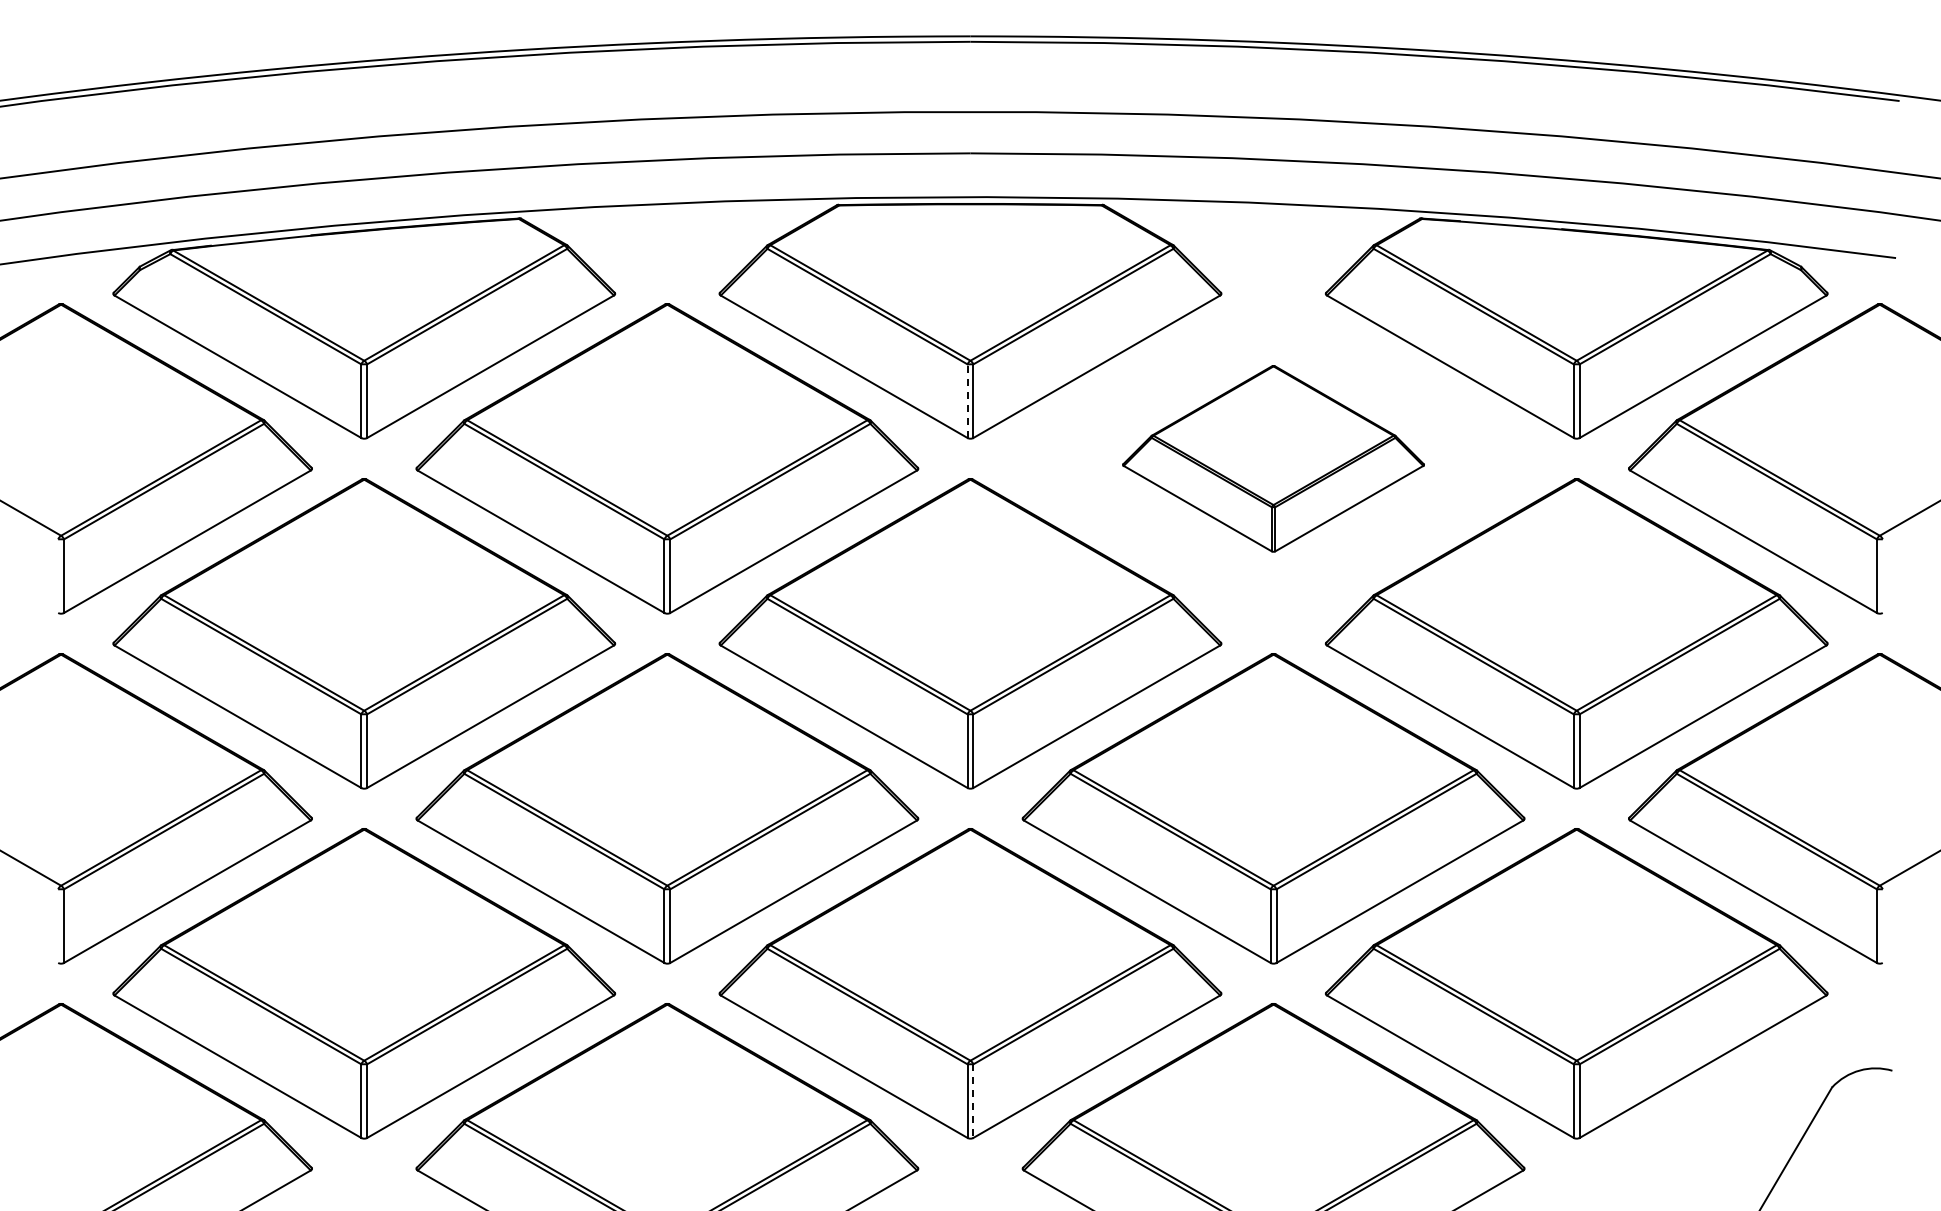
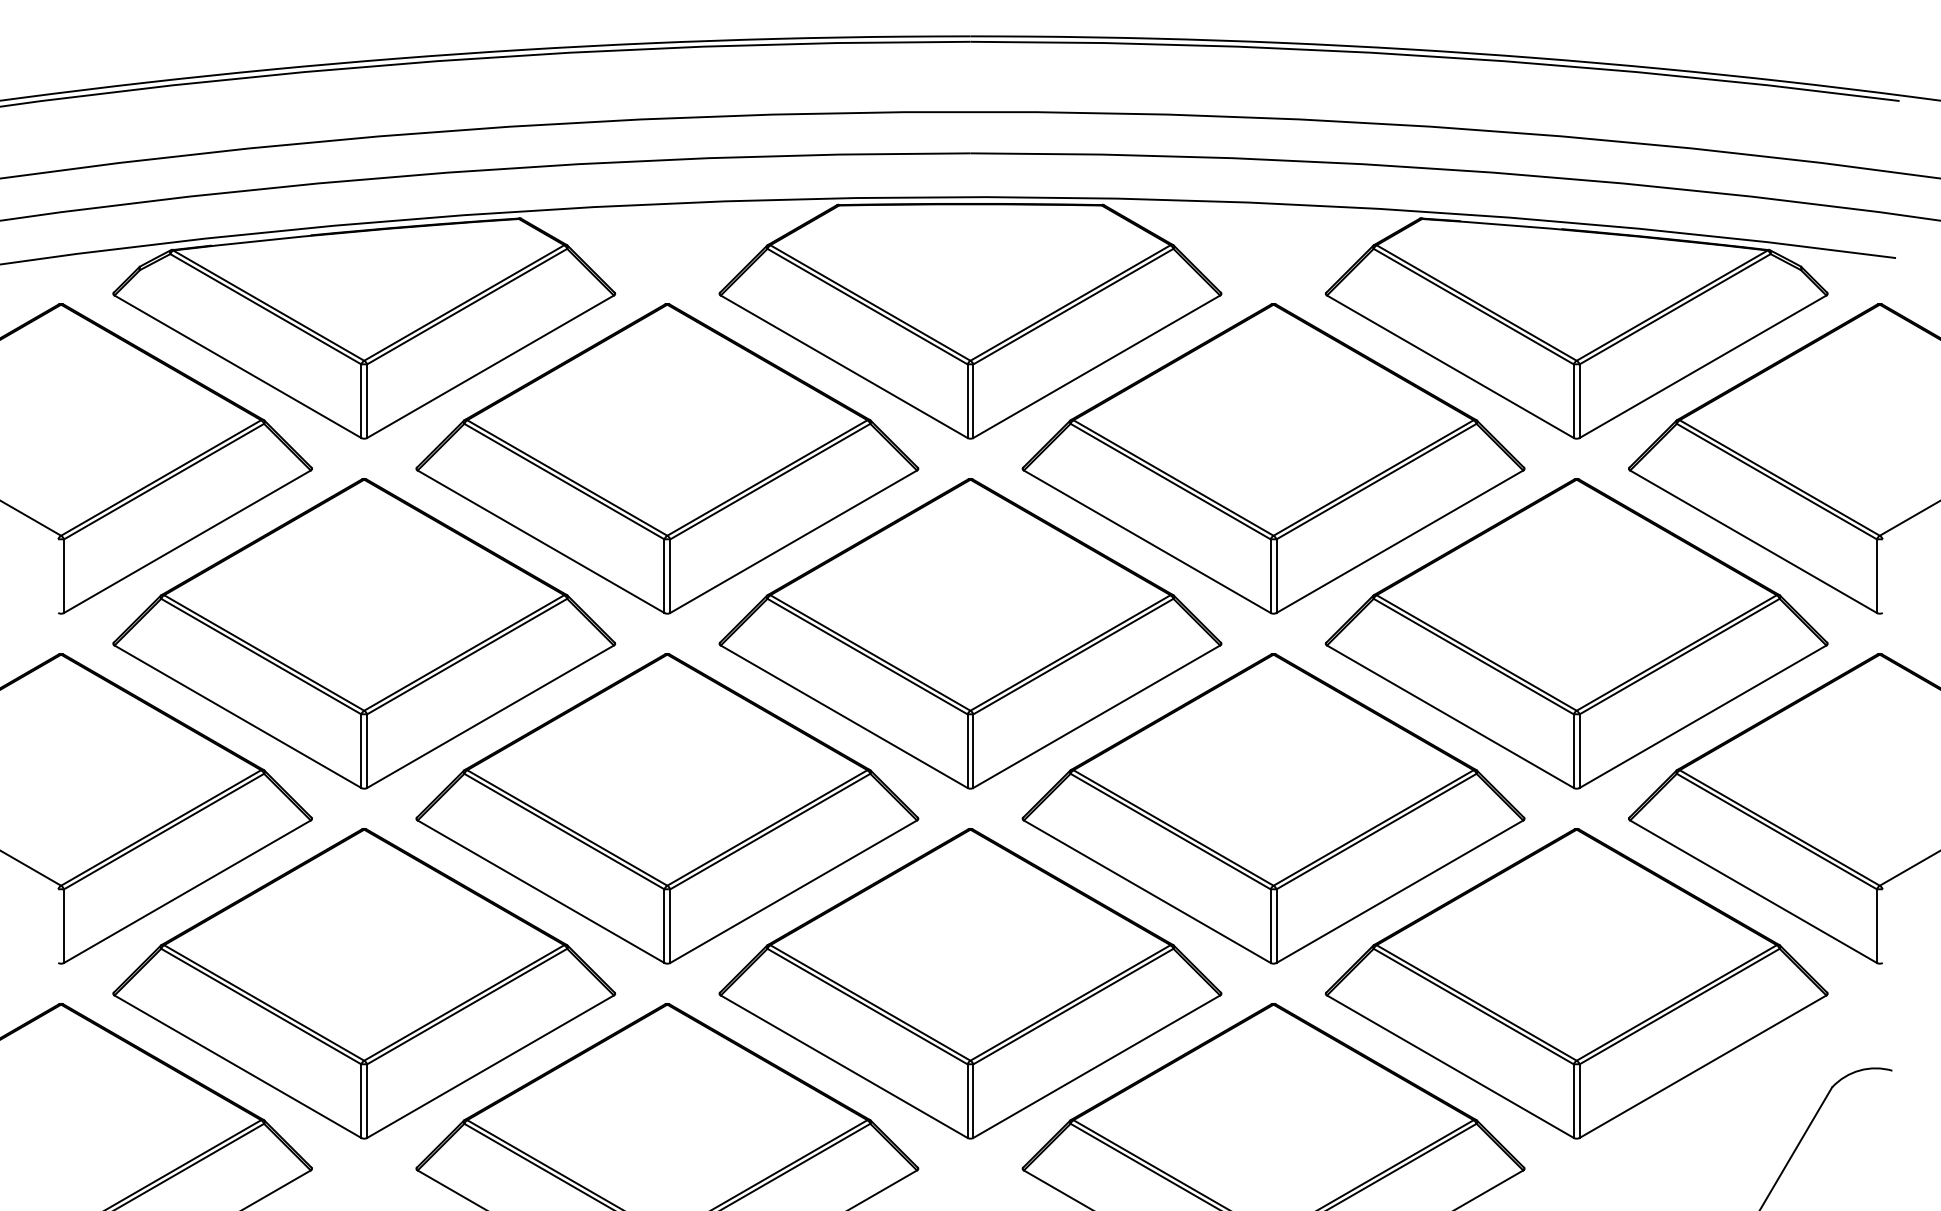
line at (967, 401): dashed -> solid
part at (1273, 458) size: 303x188 px -> 505x312 px
line at (973, 1101): dashed -> solid
